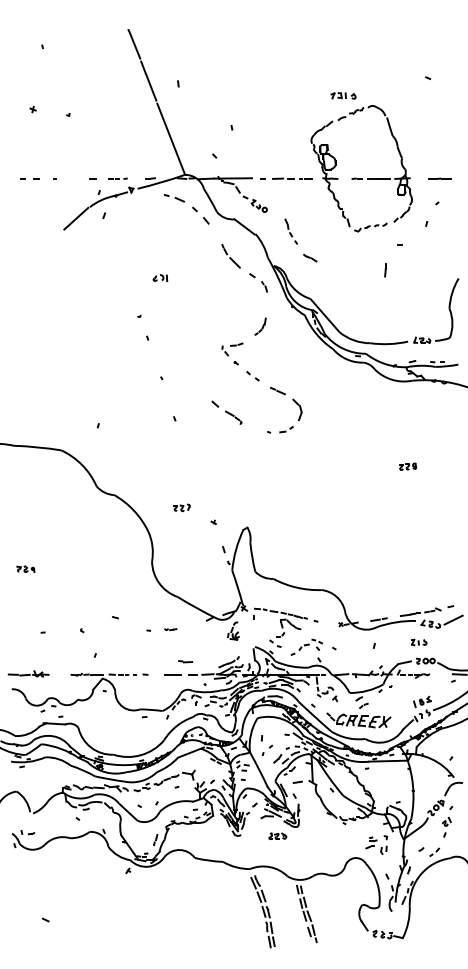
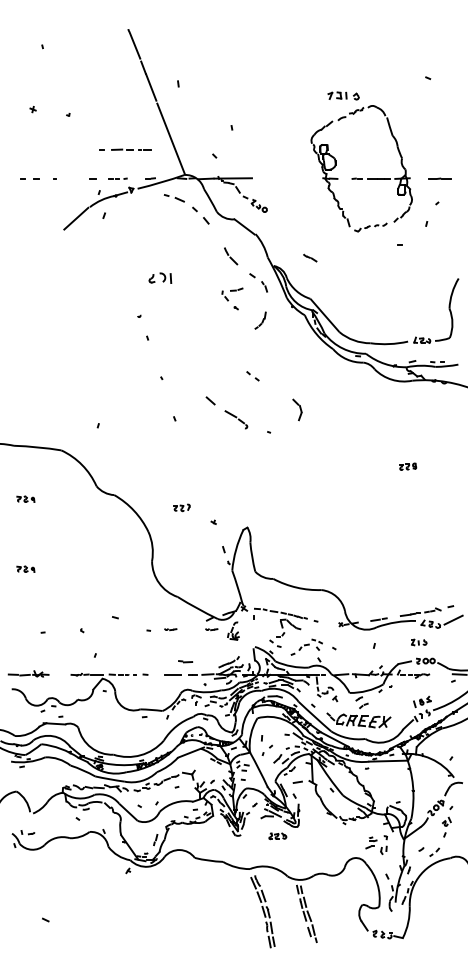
part at (343, 95) size: 27x8 px -> 33x10 px
part at (286, 178) position: (286, 178) -> (125, 149)
part at (291, 231): present -> none
part at (230, 256) size: 20x25 px -> 15x19 px
line at (385, 270): present -> none
part at (160, 277) size: 17x8 px -> 25x12 px
part at (260, 326) position: (260, 326) -> (260, 320)
part at (232, 353) position: (232, 353) -> (232, 298)
line at (277, 391): present -> none
part at (226, 412) size: 32x25 px -> 44x34 px
part at (286, 429): present -> none
part at (25, 498): none -> present
part at (211, 629): none -> present
